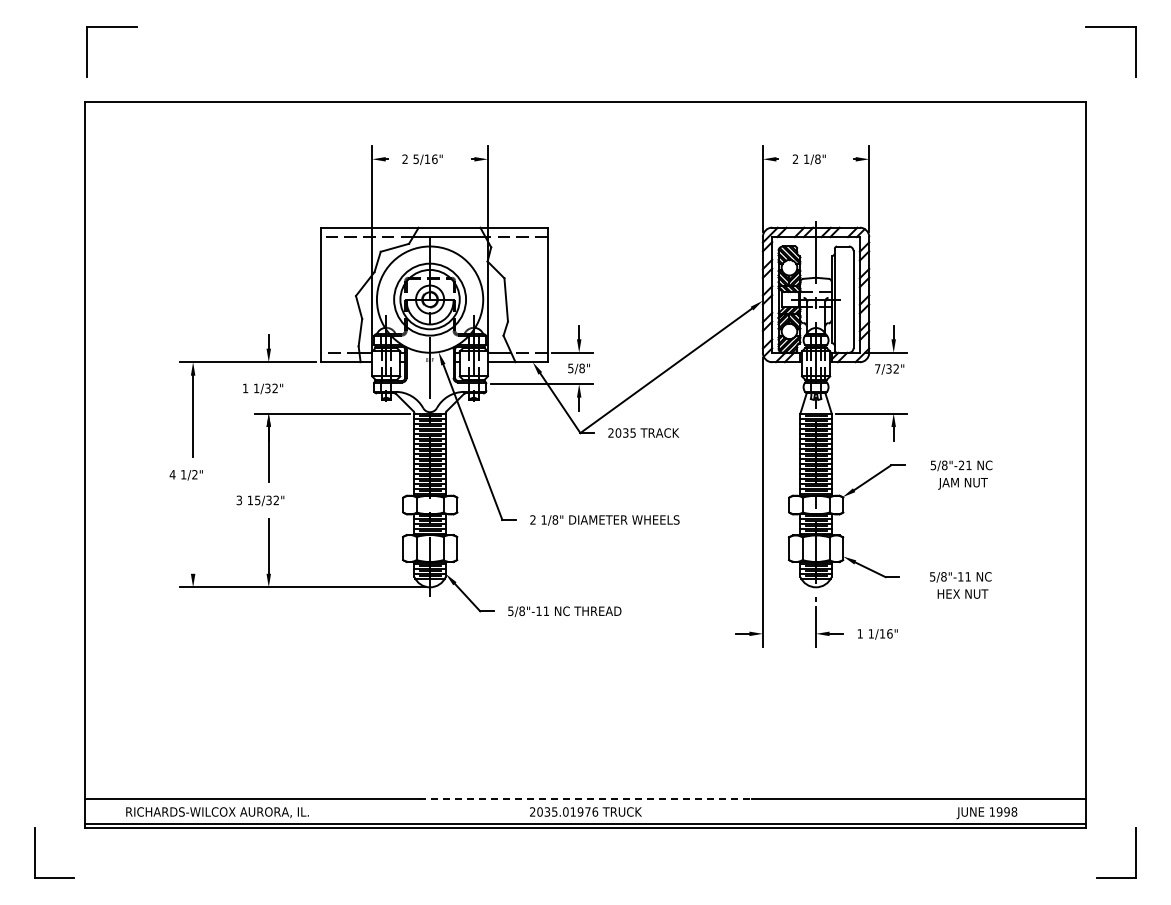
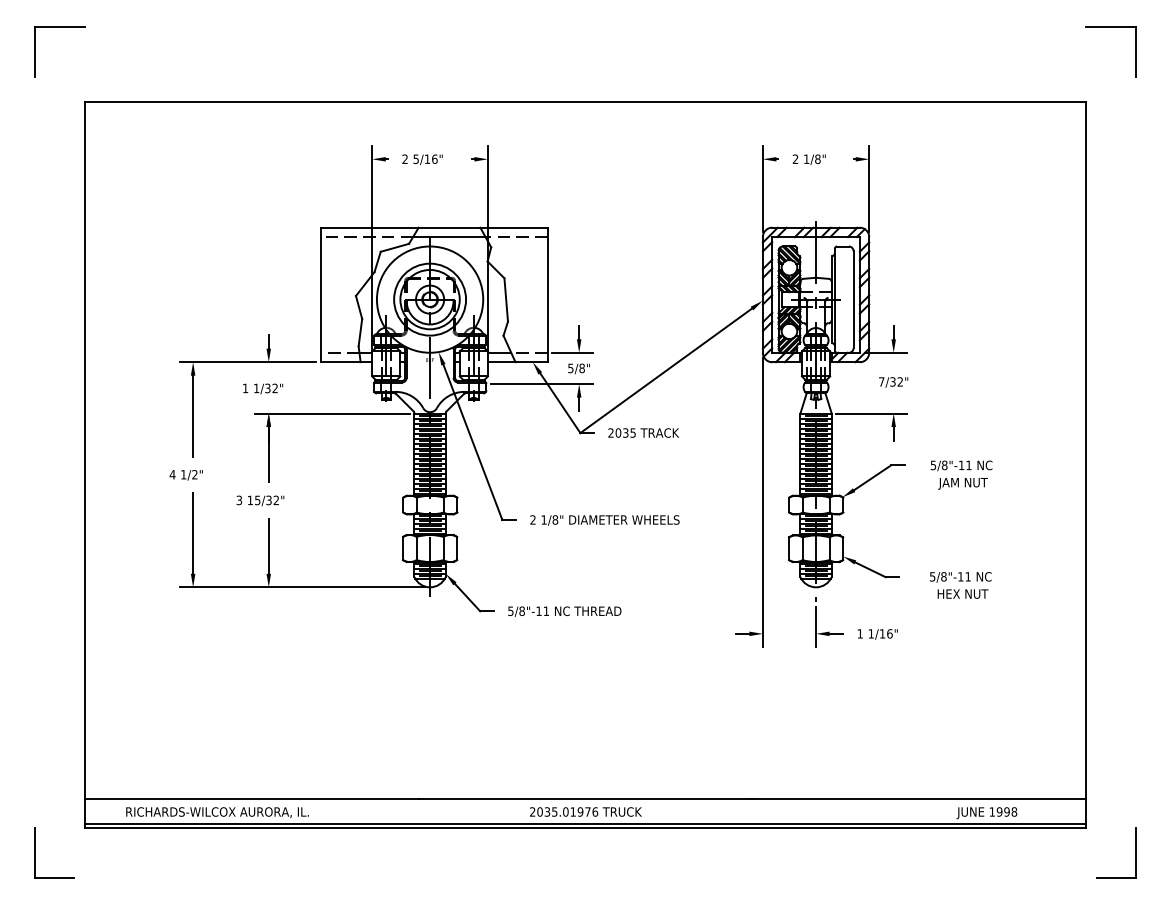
part at (111, 27) position: (111, 27) -> (59, 27)
text at (889, 369) position: (889, 369) -> (893, 382)
text at (960, 464): 5/8"-21 -> 5/8"-11
line at (193, 532): none -> present
line at (585, 798): dashed -> solid
